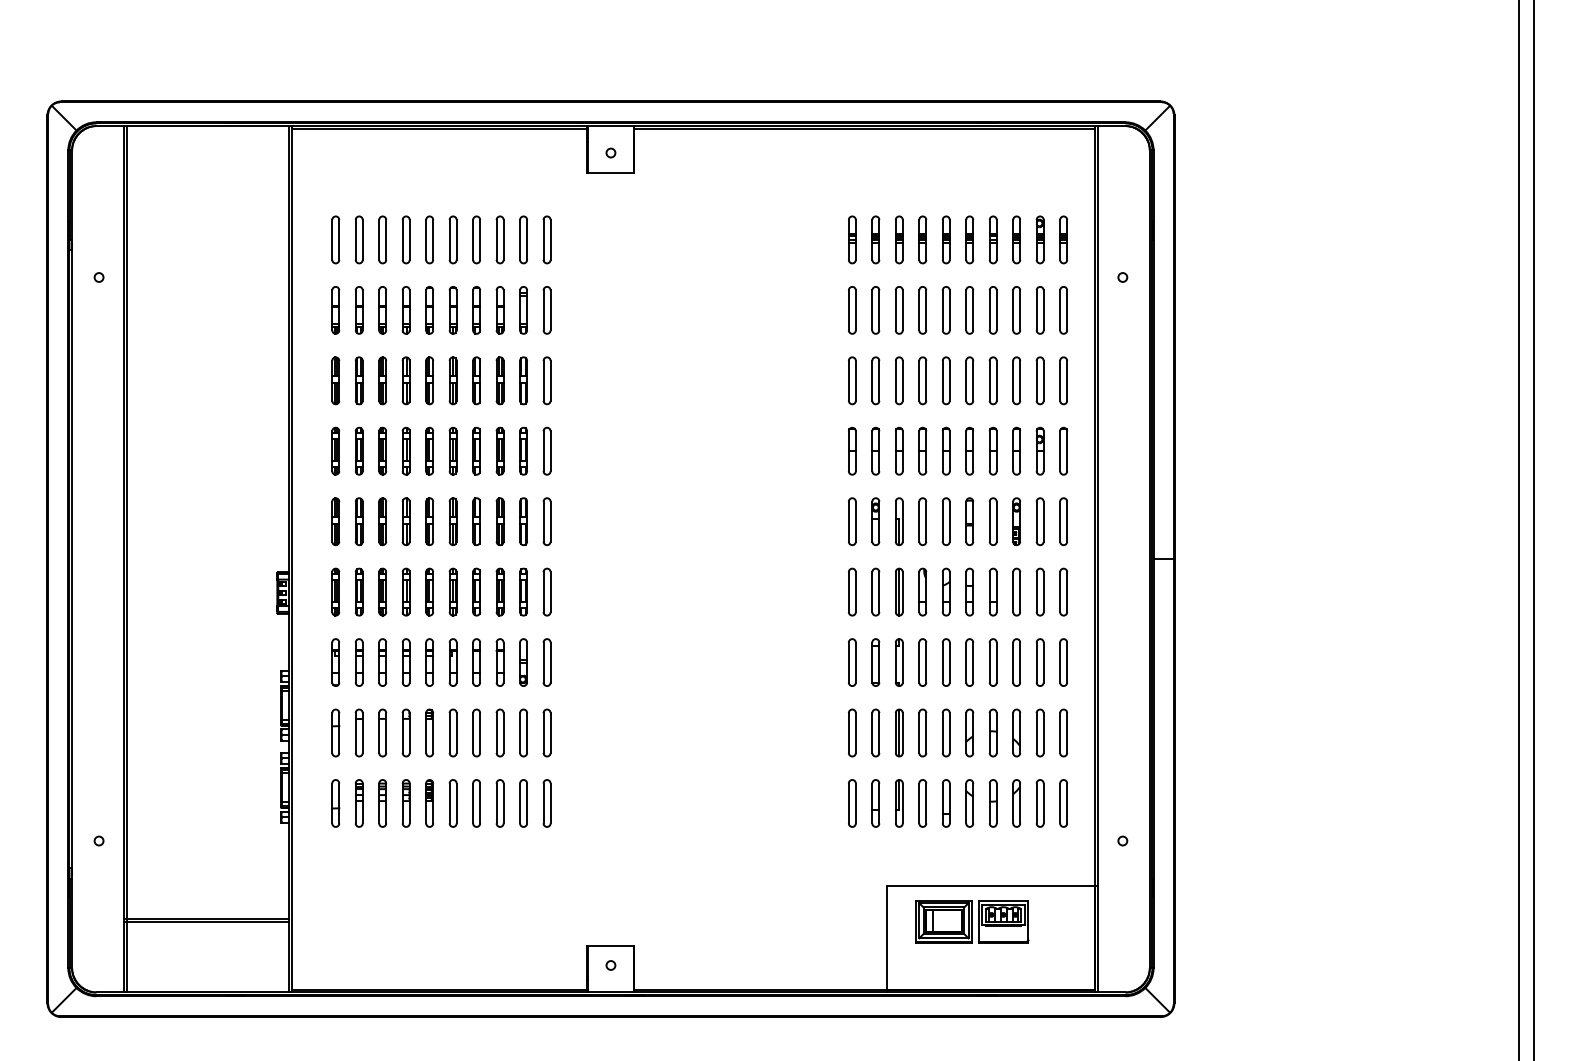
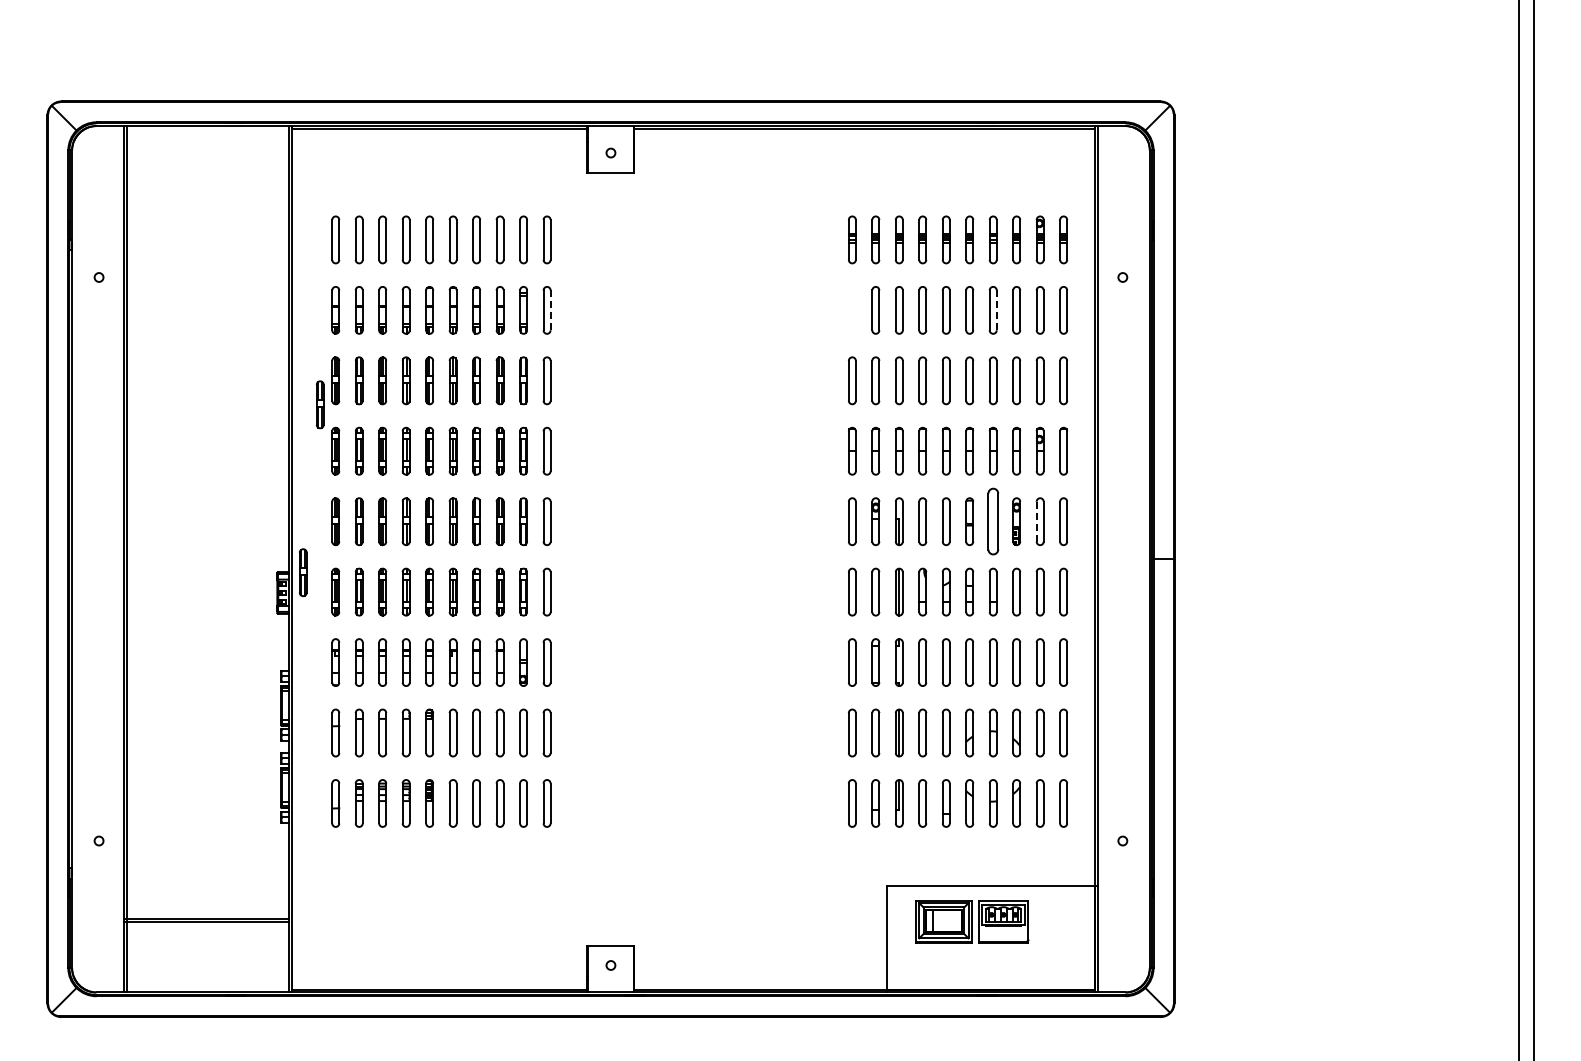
line at (550, 310): solid -> dashed
part at (852, 310): present -> none
line at (996, 310): solid -> dashed
part at (319, 404): none -> present
part at (992, 521) size: 10x50 px -> 13x69 px
line at (1036, 521): solid -> dashed
part at (302, 572): none -> present
